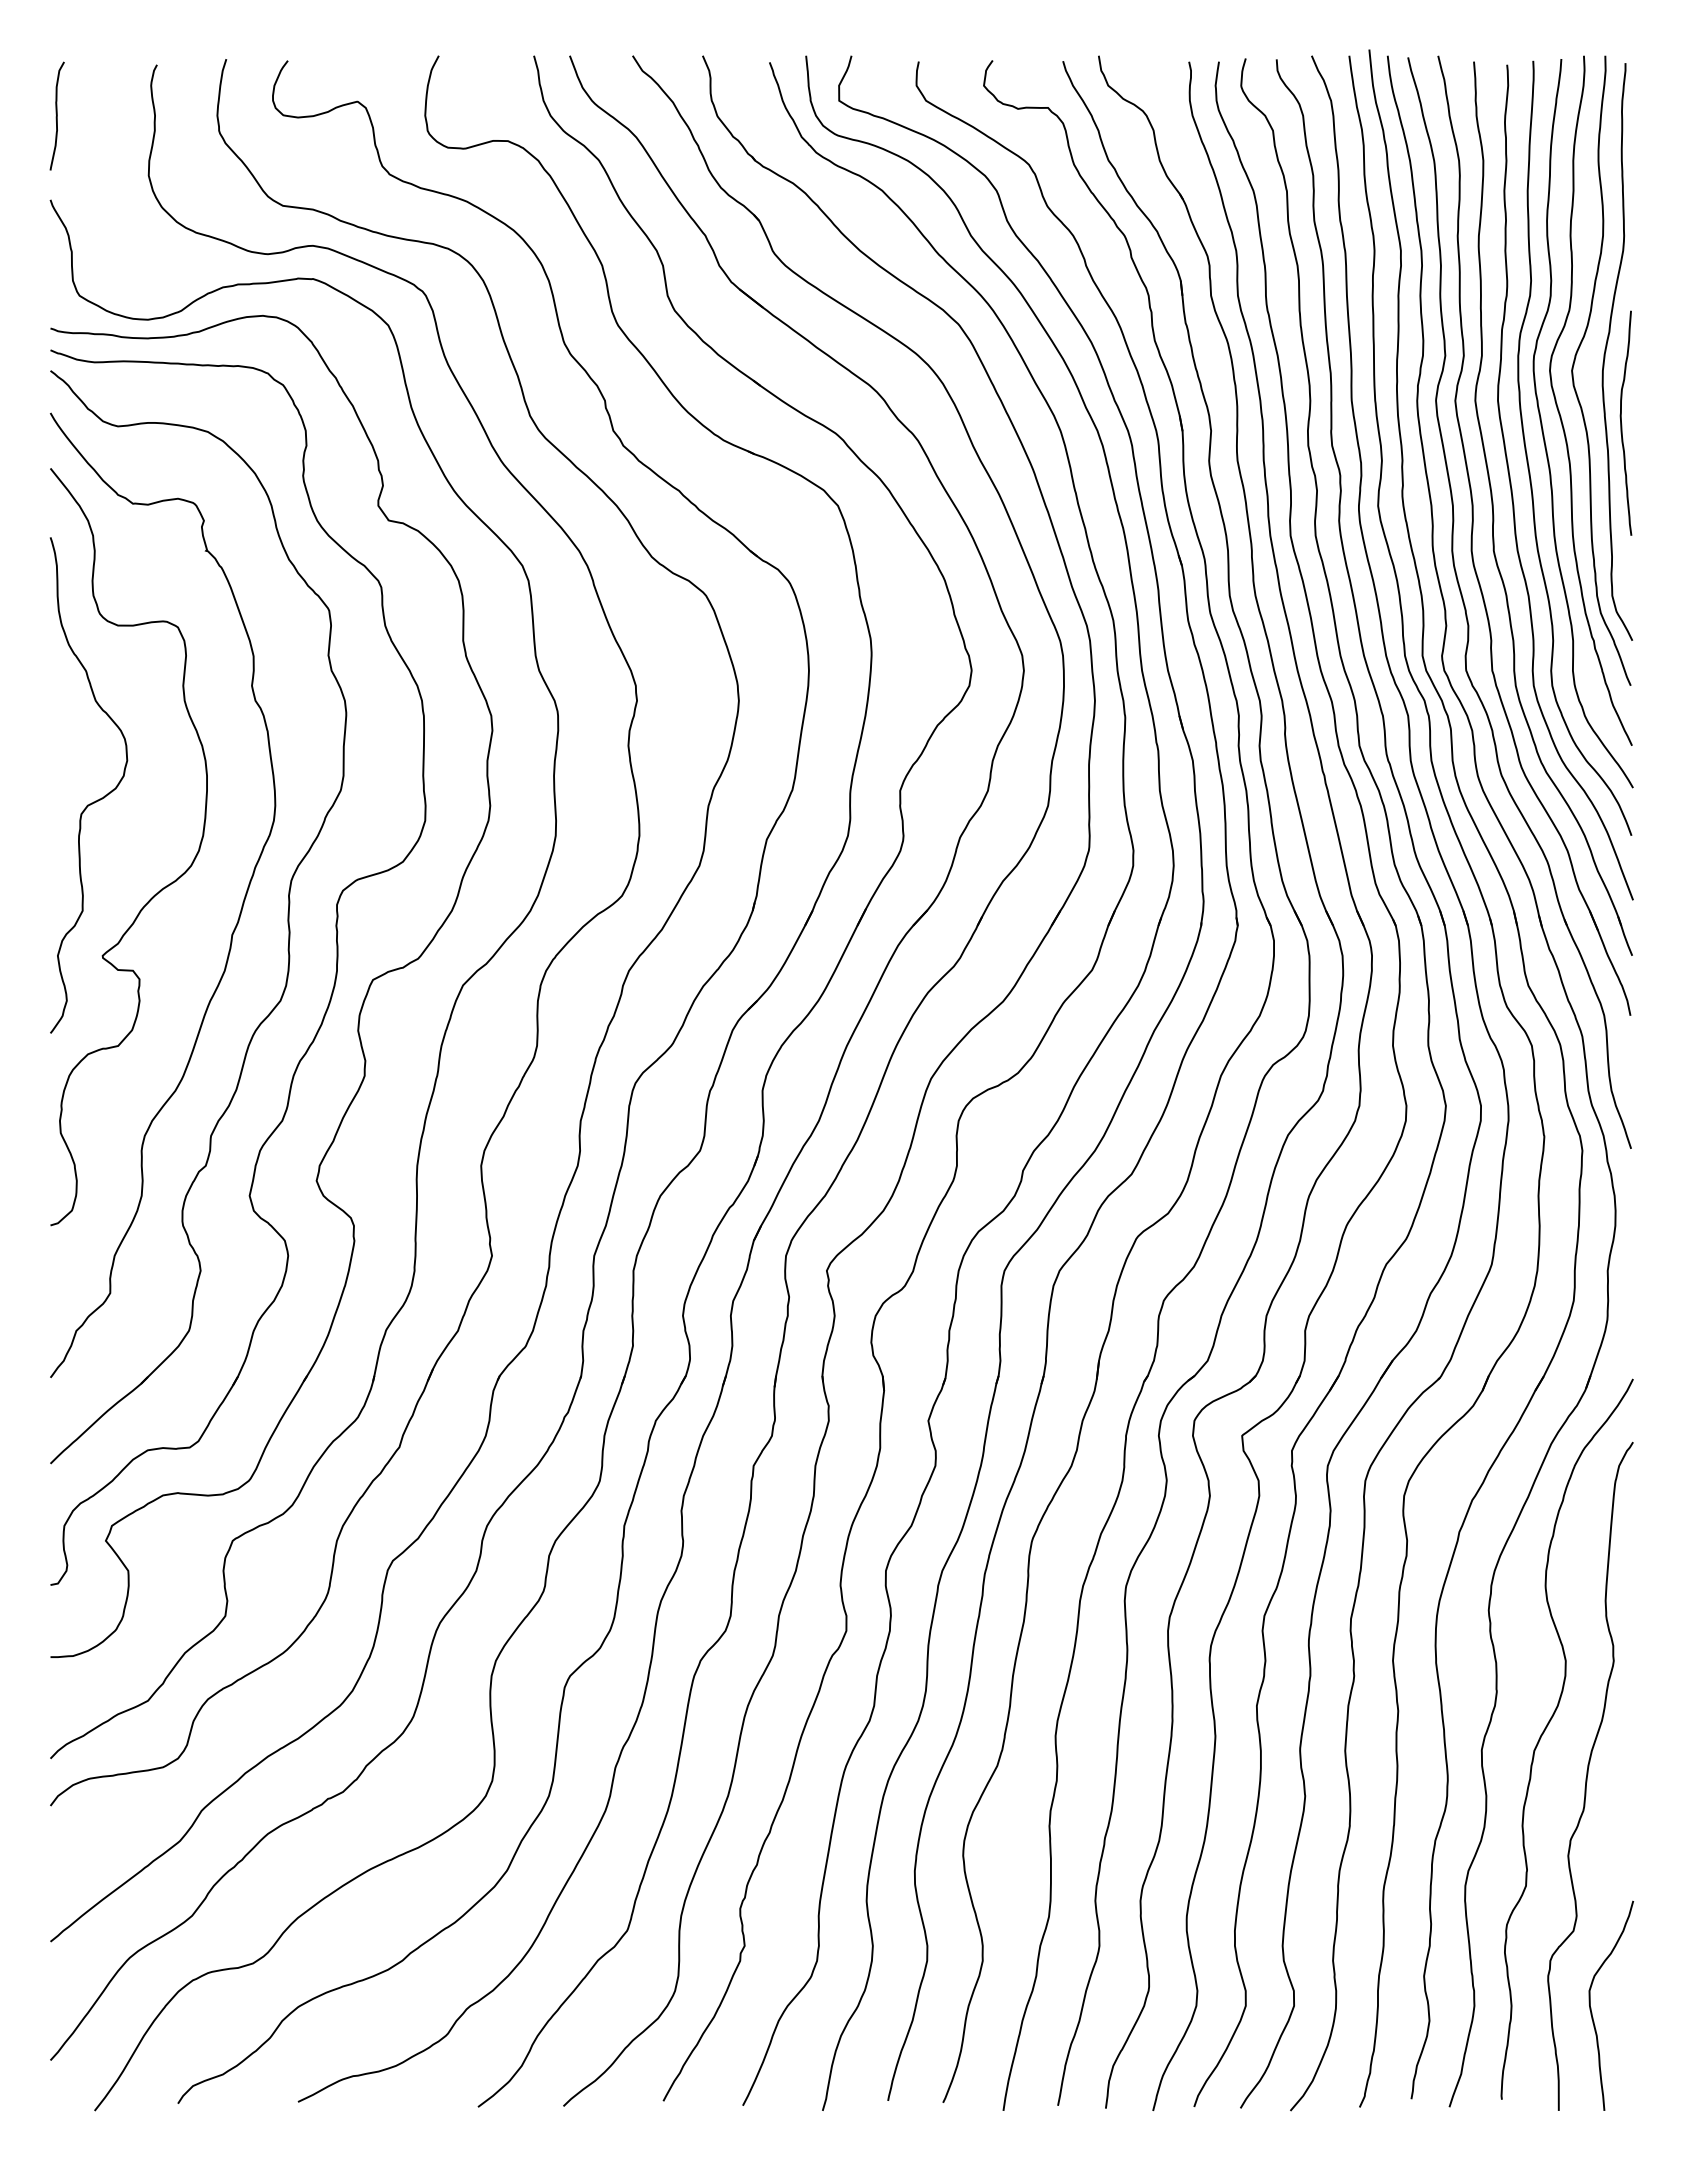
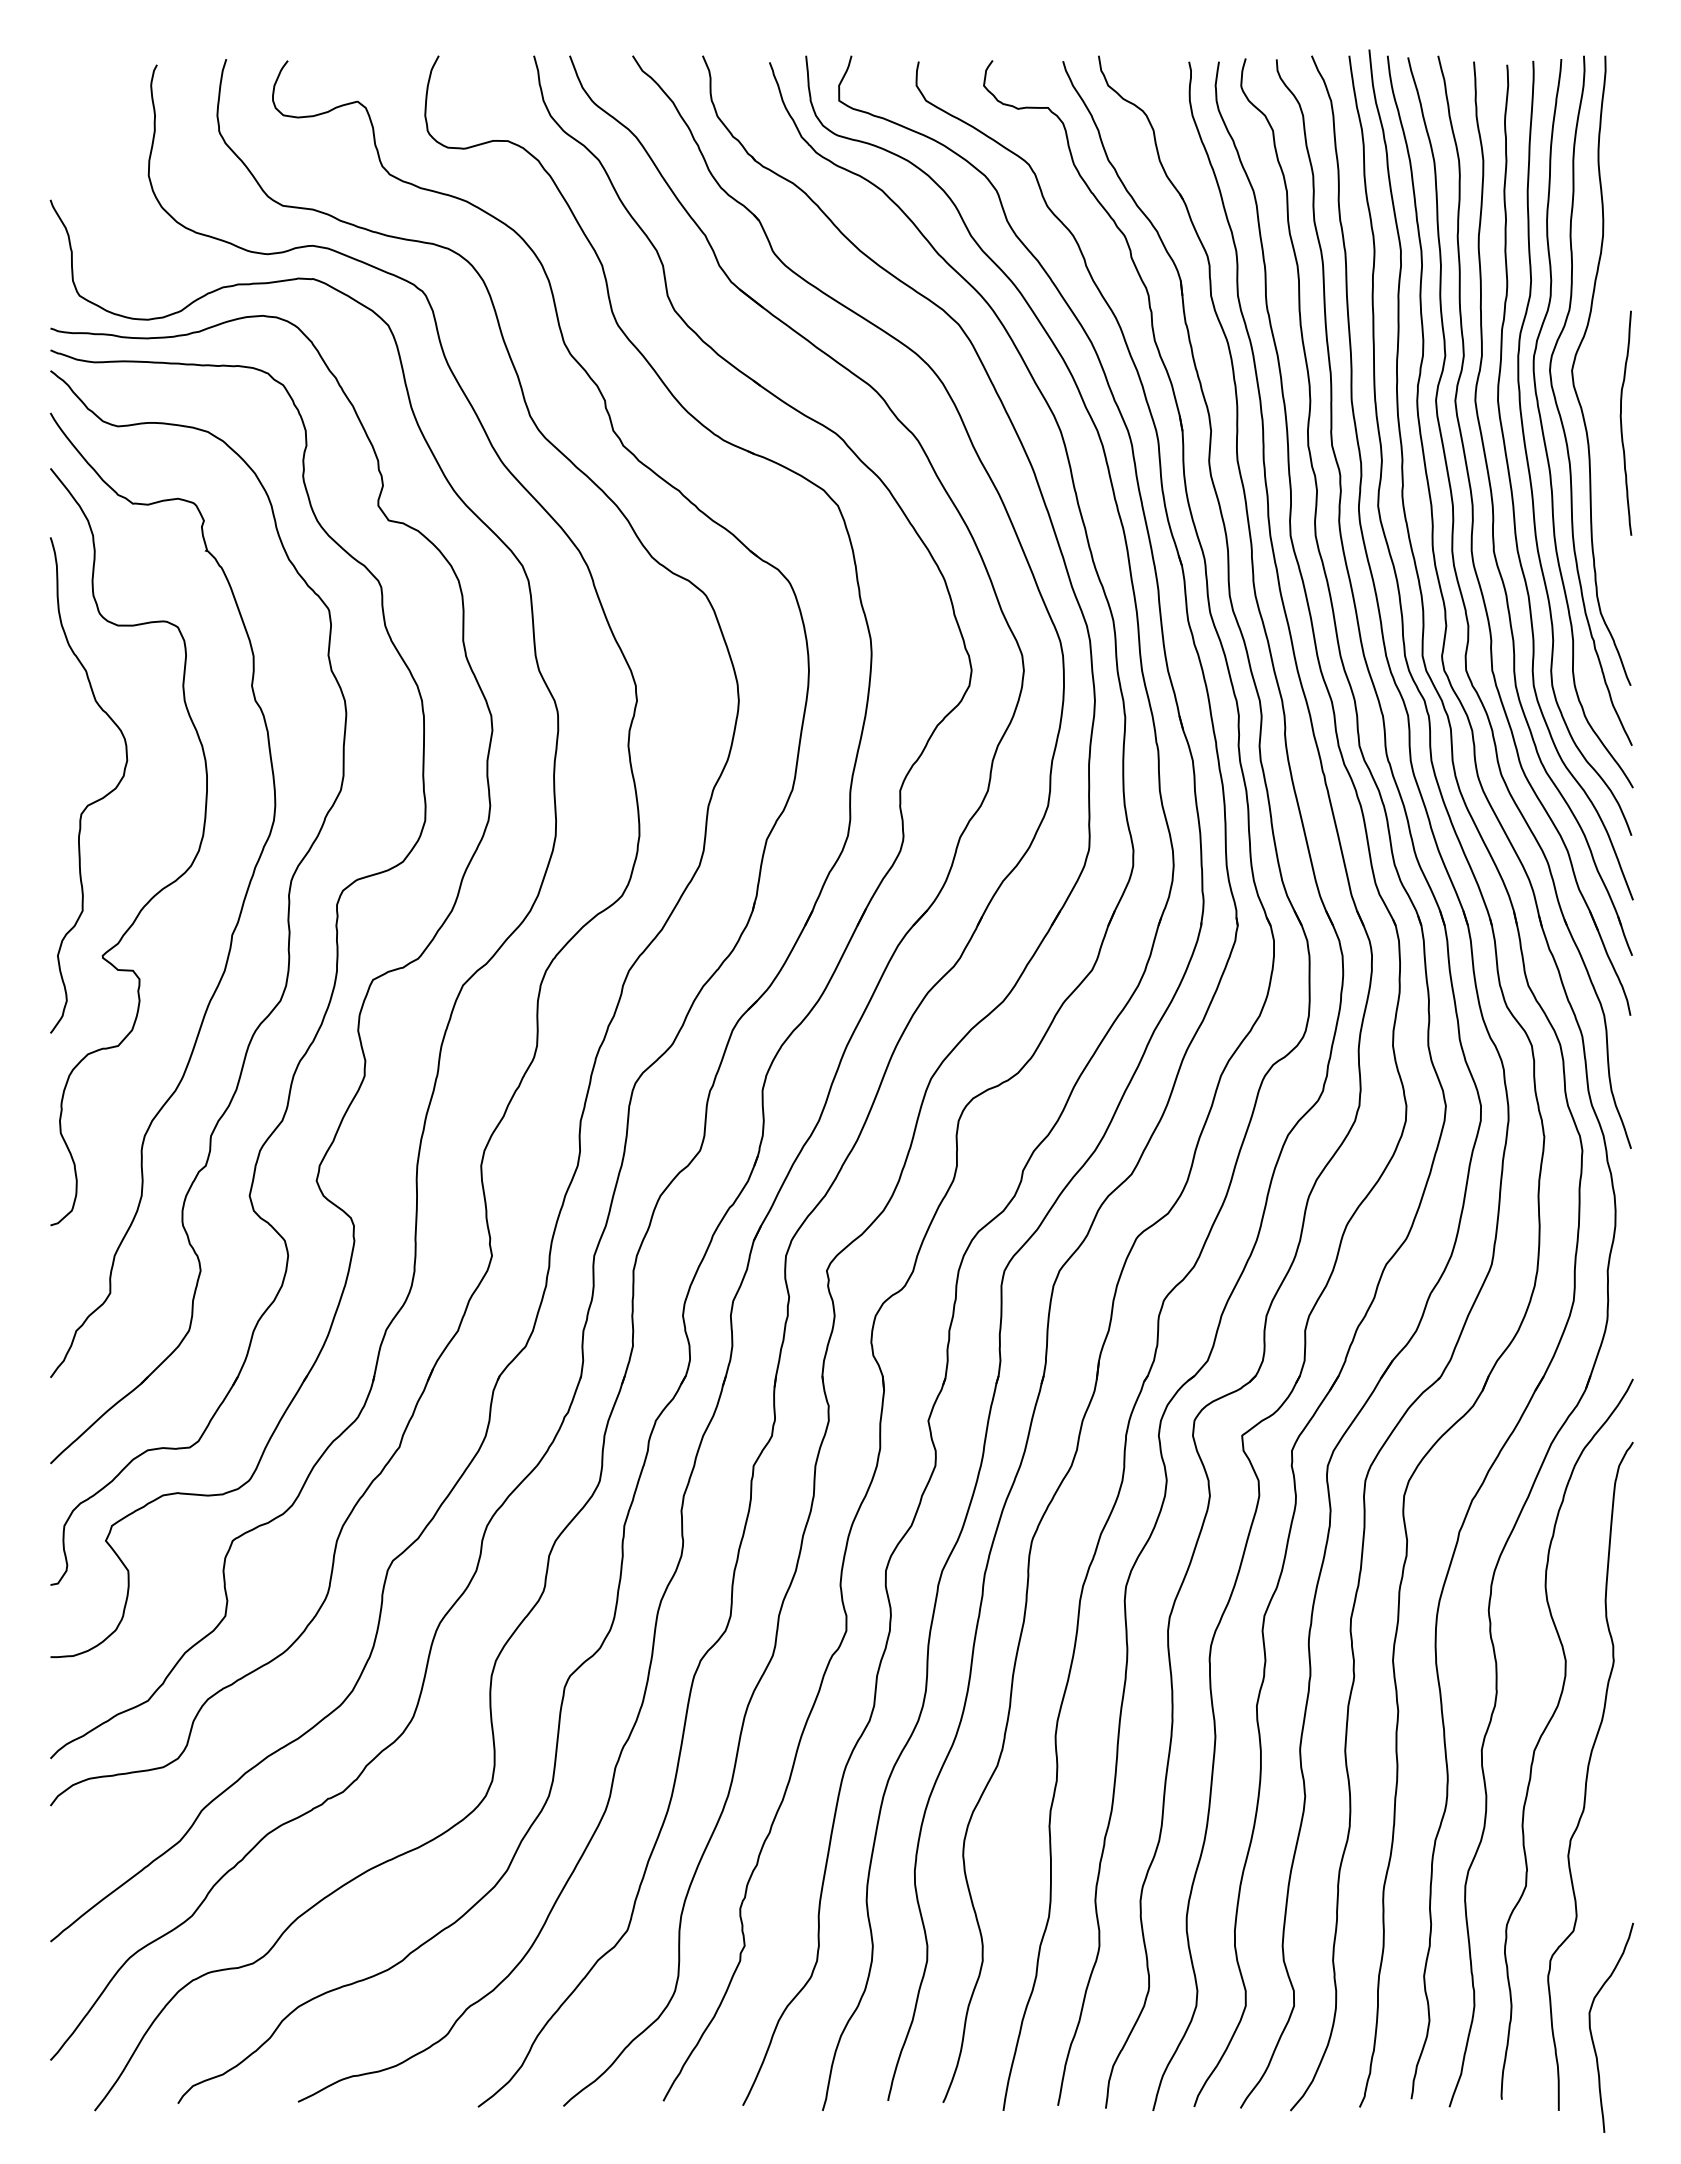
curve at (56, 115): present -> none
curve at (1606, 351): present -> none
curve at (1591, 2007) position: (1591, 2007) -> (1591, 2029)
